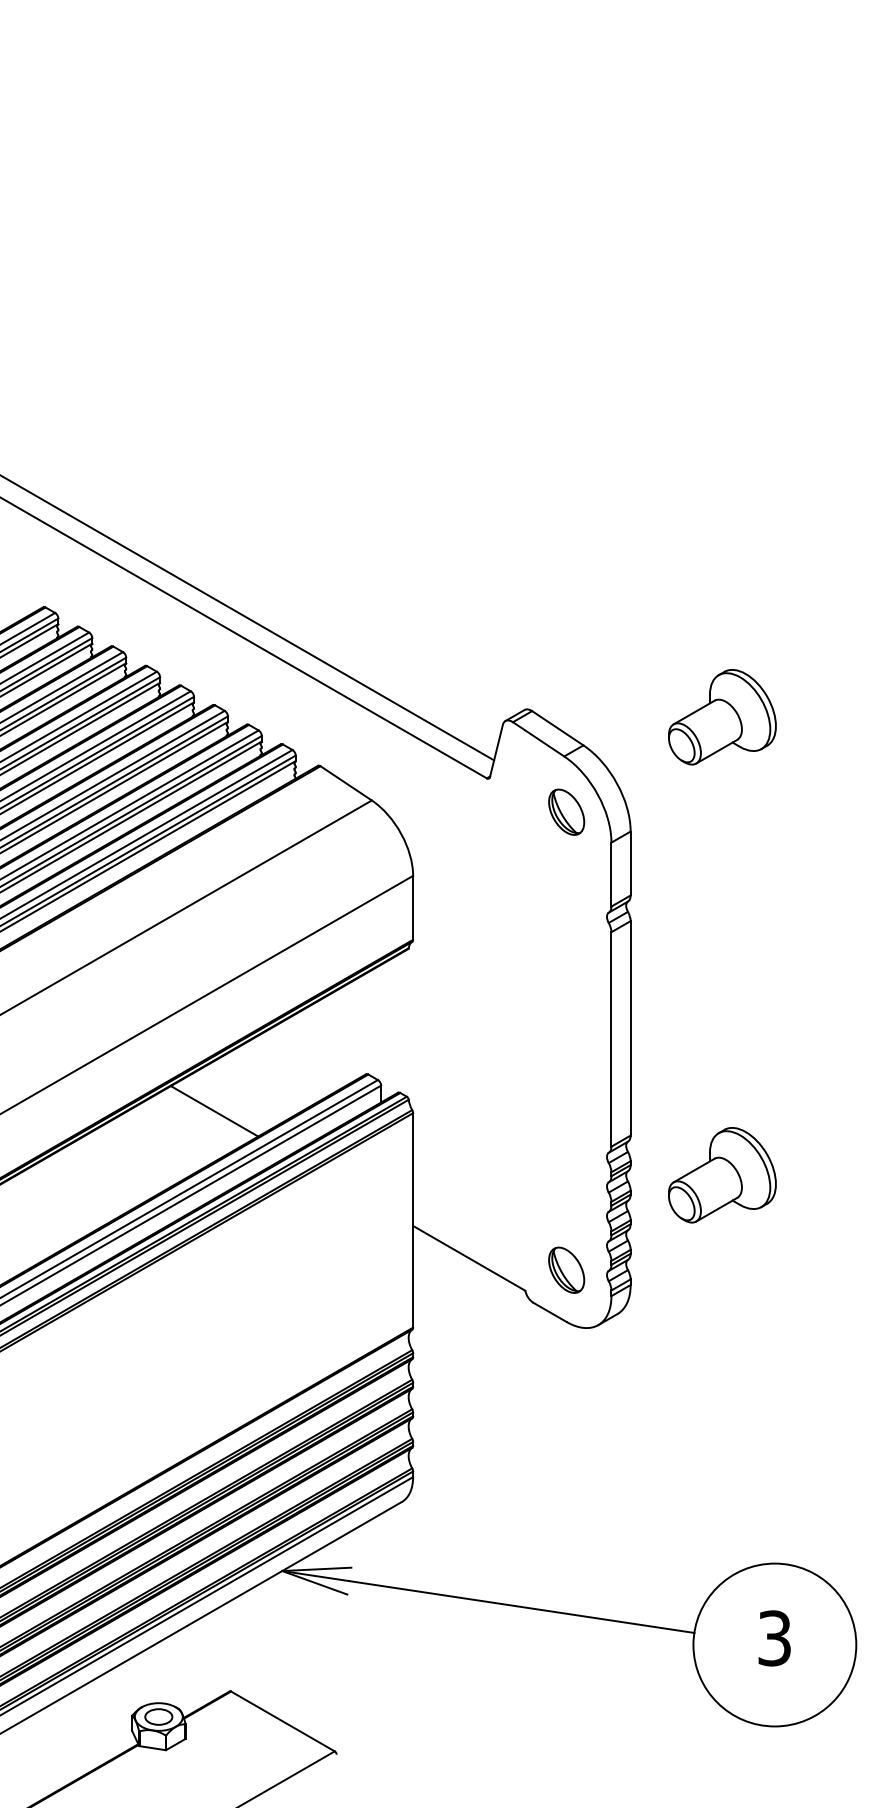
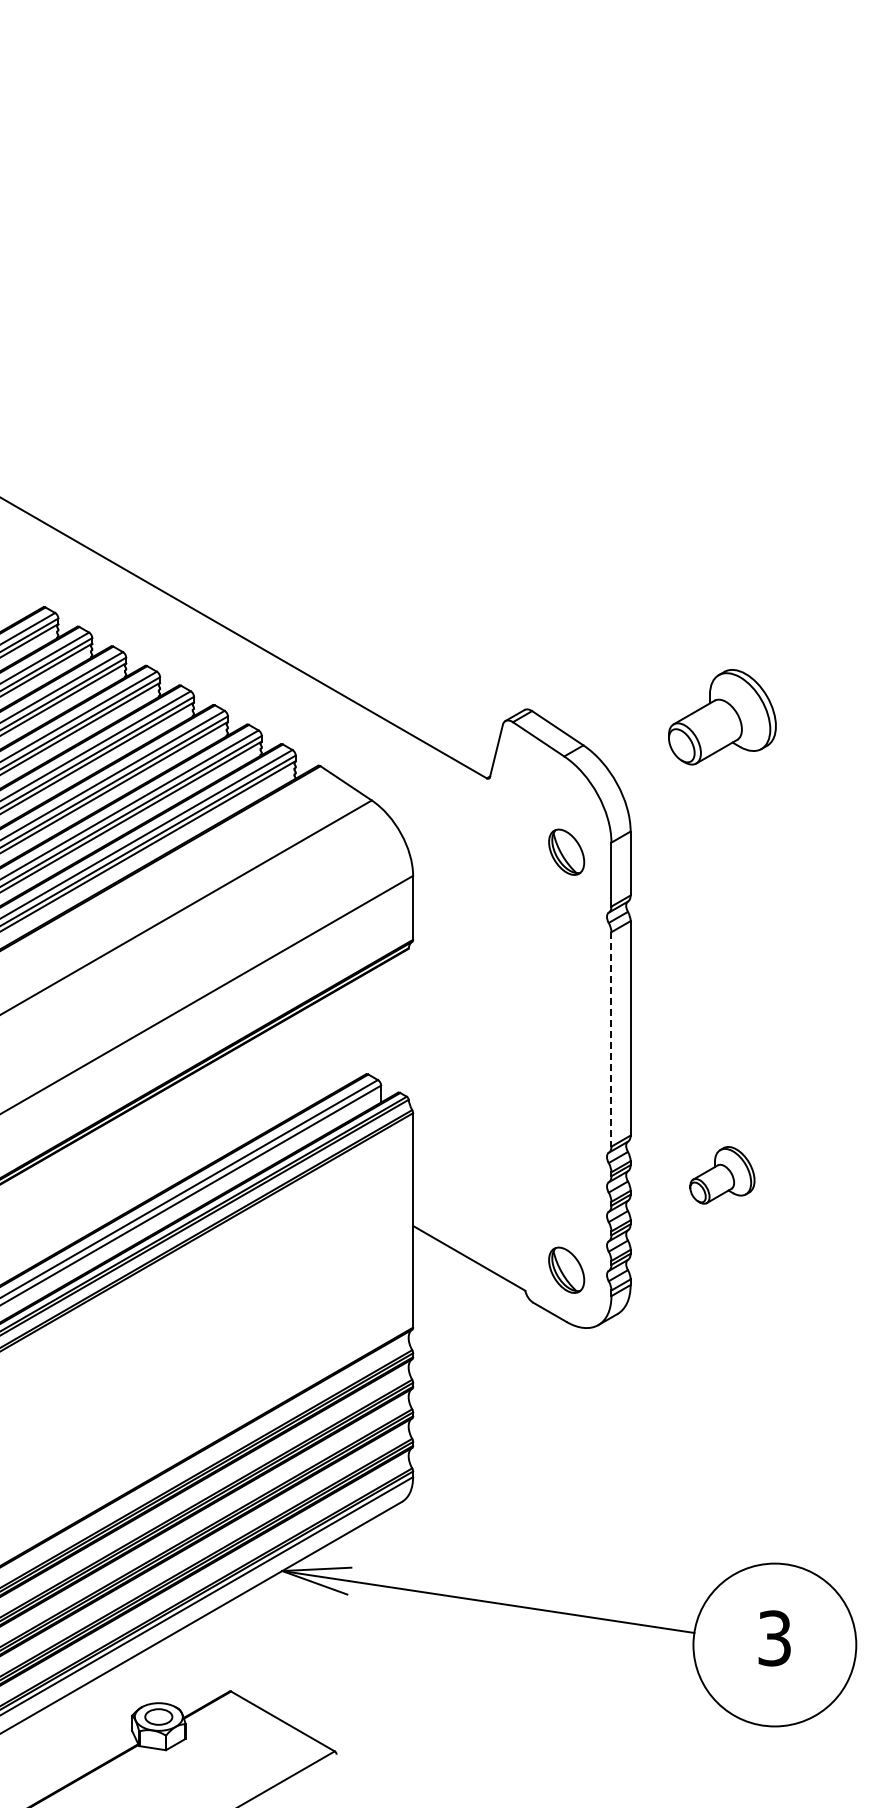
line at (248, 618): present -> none
part at (566, 811) position: (566, 811) -> (566, 851)
line at (611, 1039): solid -> dashed
line at (214, 1111): present -> none
part at (722, 1175) size: 109x97 px -> 67x59 px
